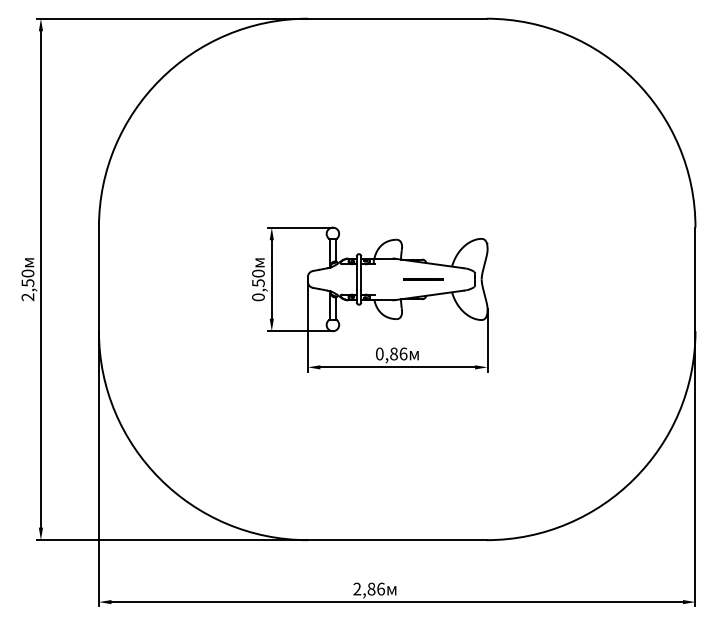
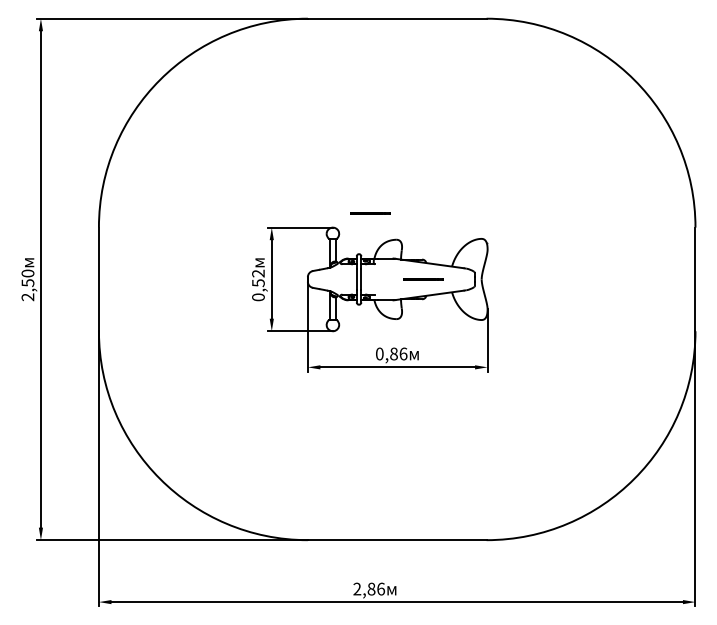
line at (370, 213): none -> present
text at (258, 273): 0,50 -> 0,52
